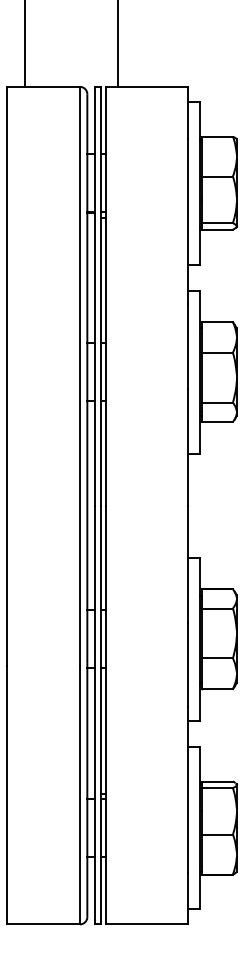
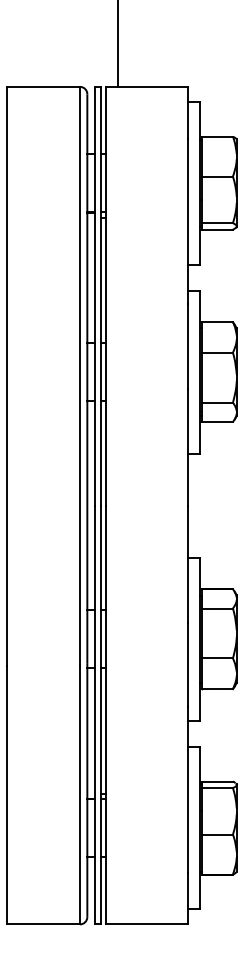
line at (25, 44): present -> none
